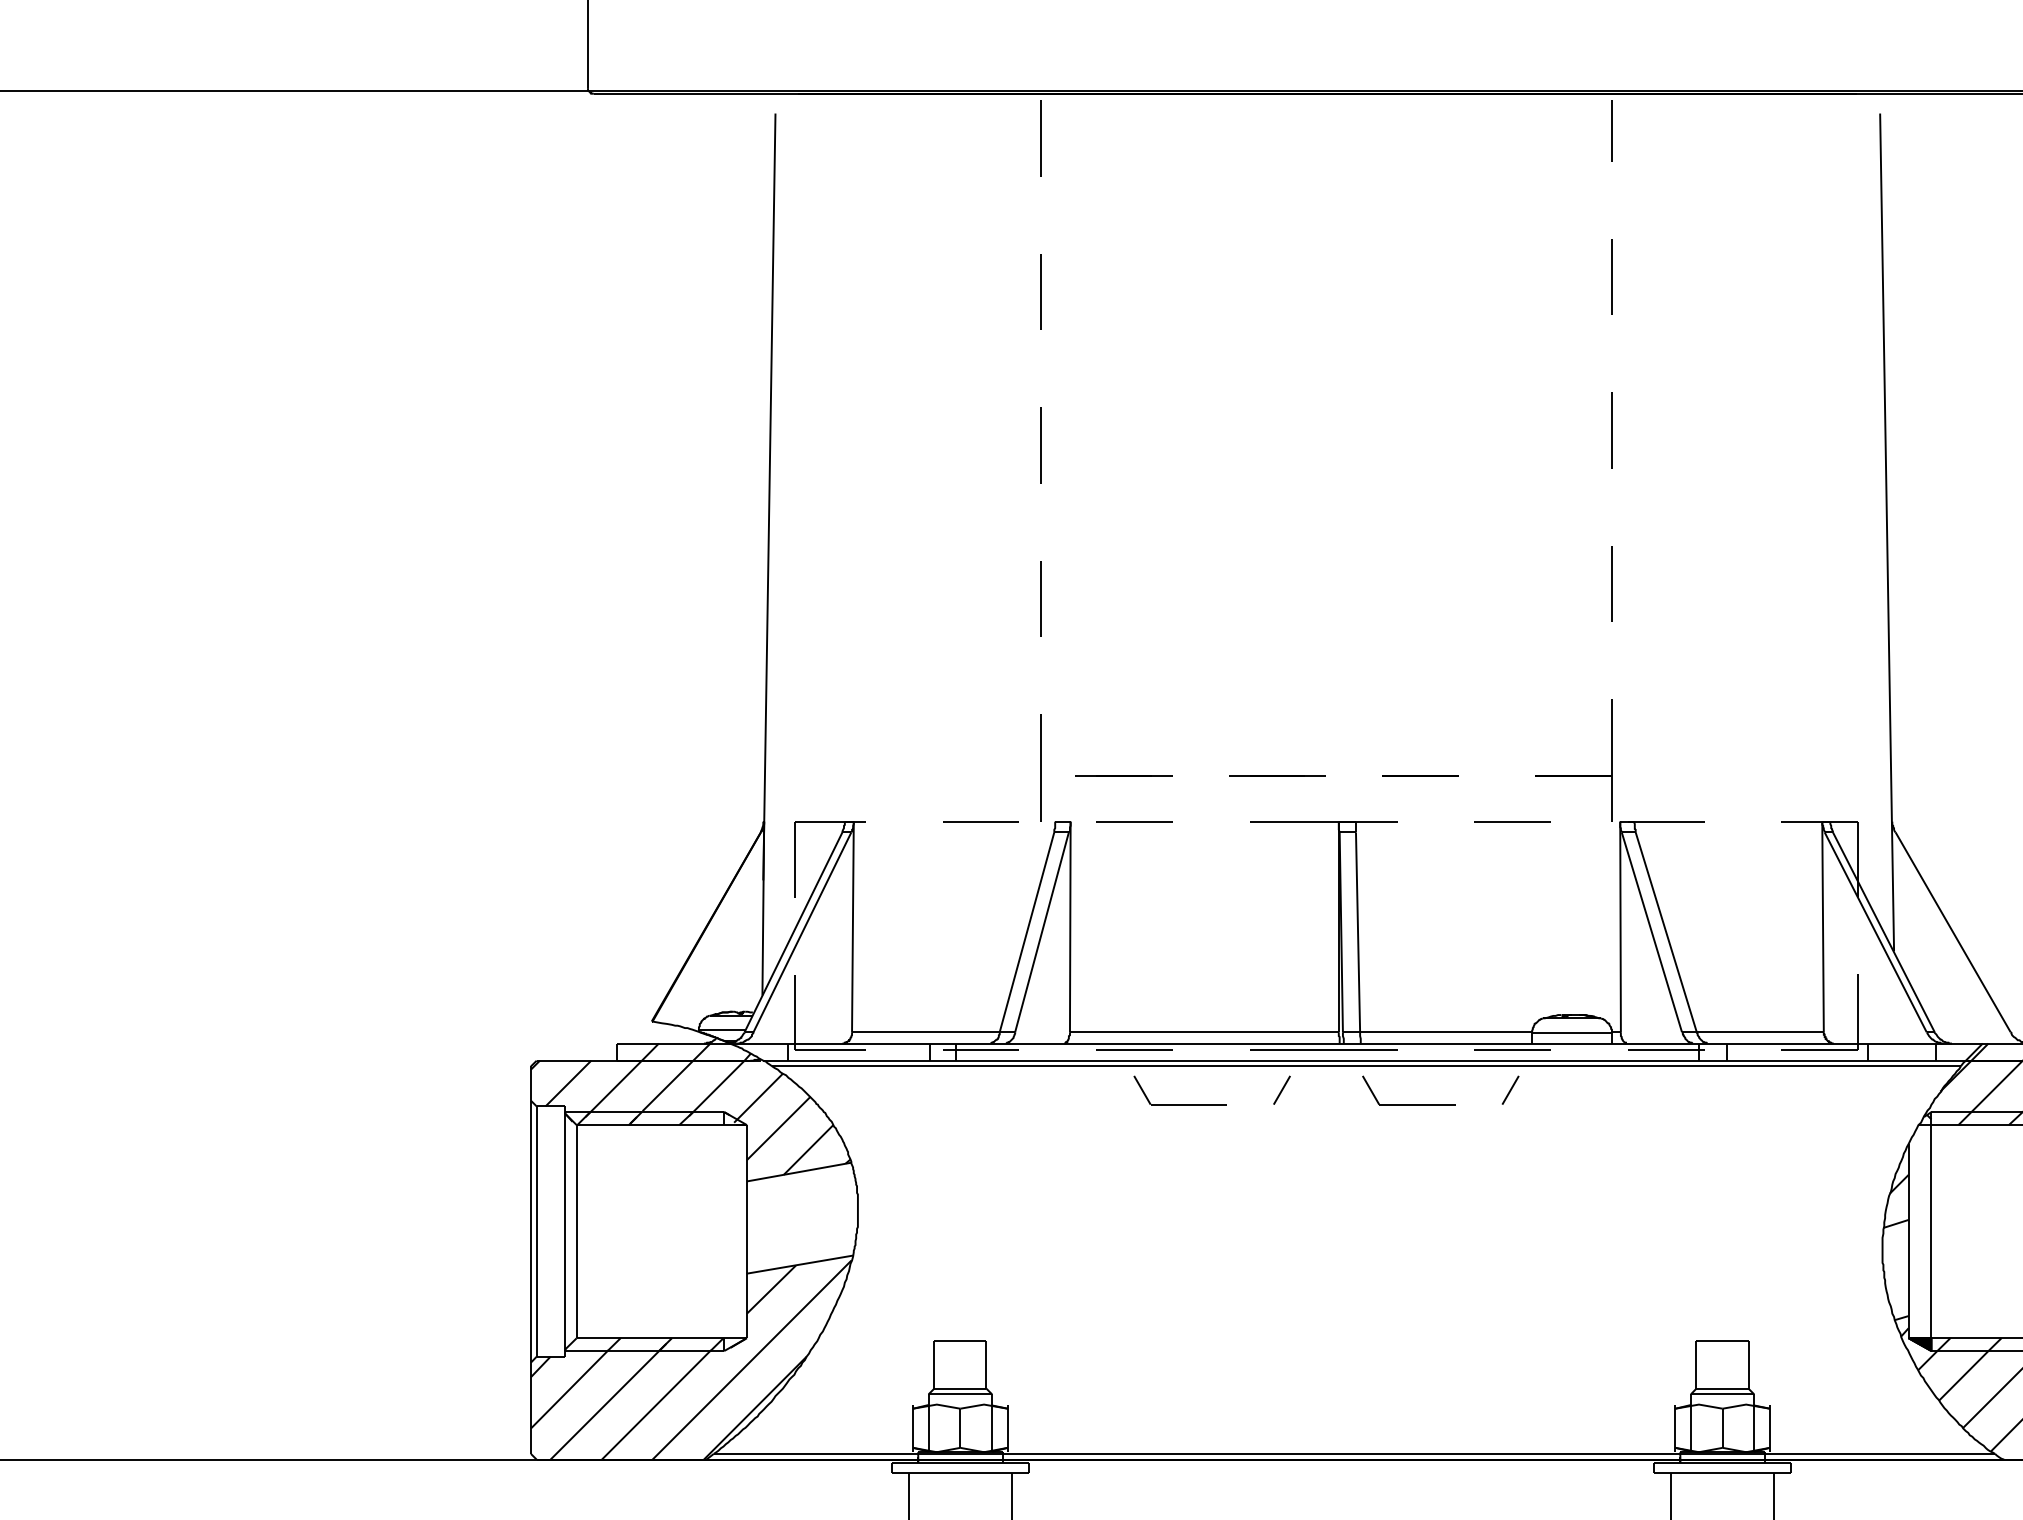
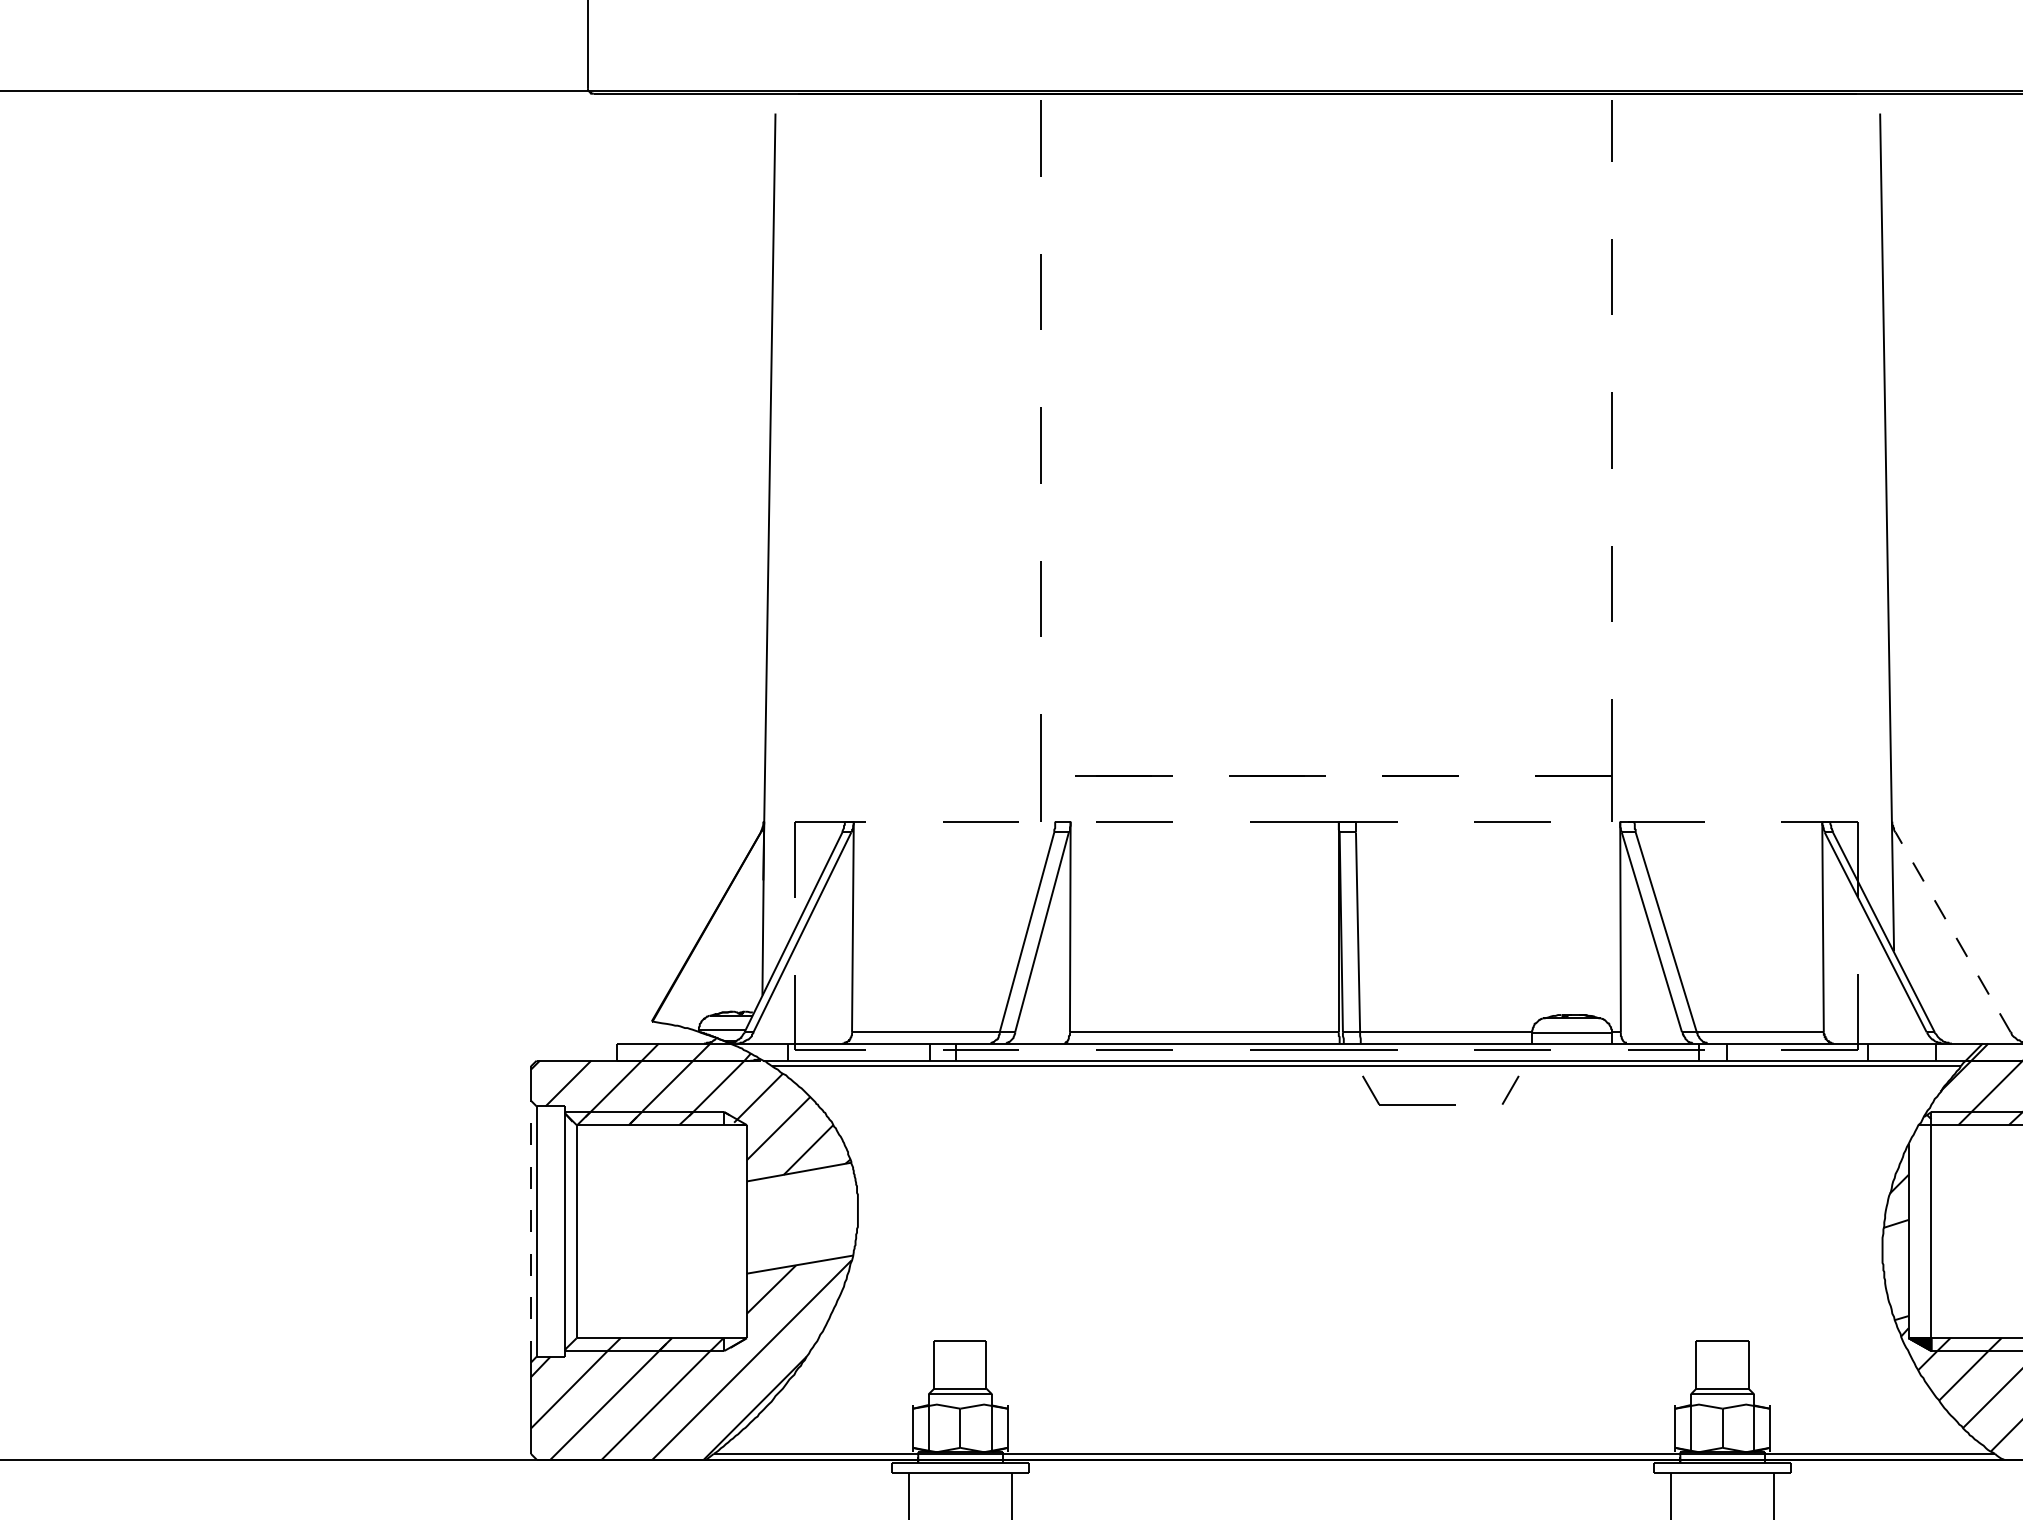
line at (1952, 931): solid -> dashed
line at (1281, 1089): present -> none
part at (1179, 1104): present -> none
line at (531, 1231): solid -> dashed
